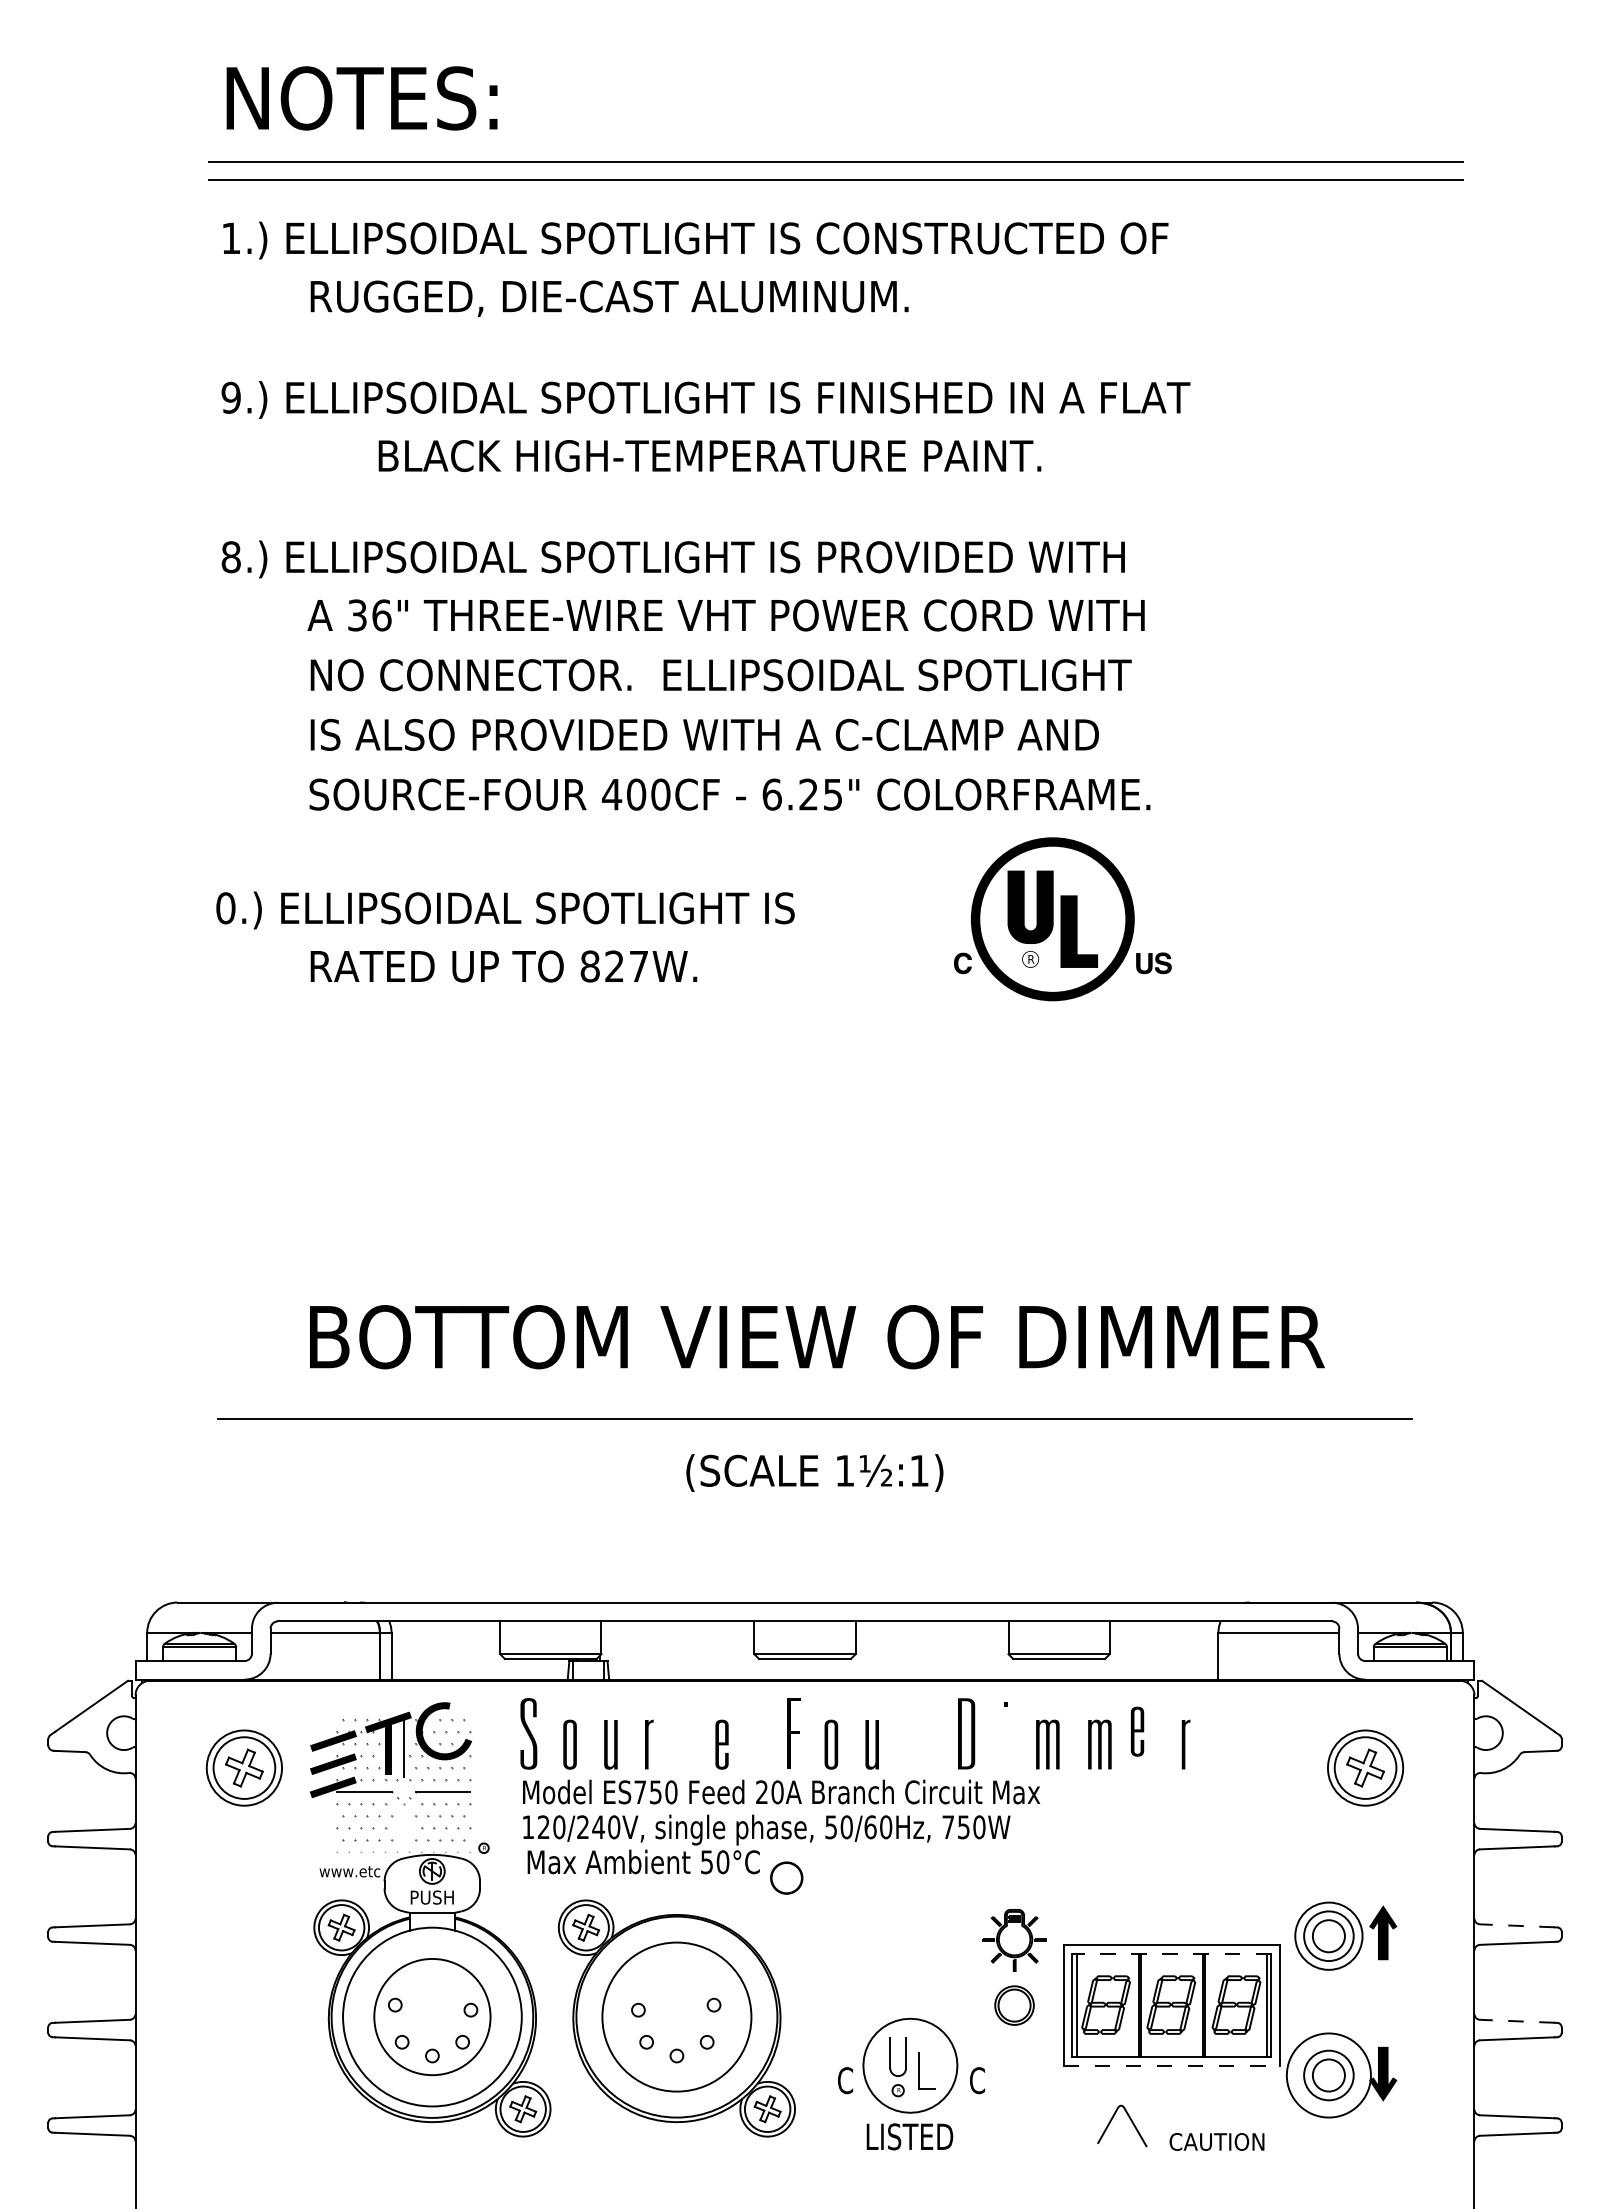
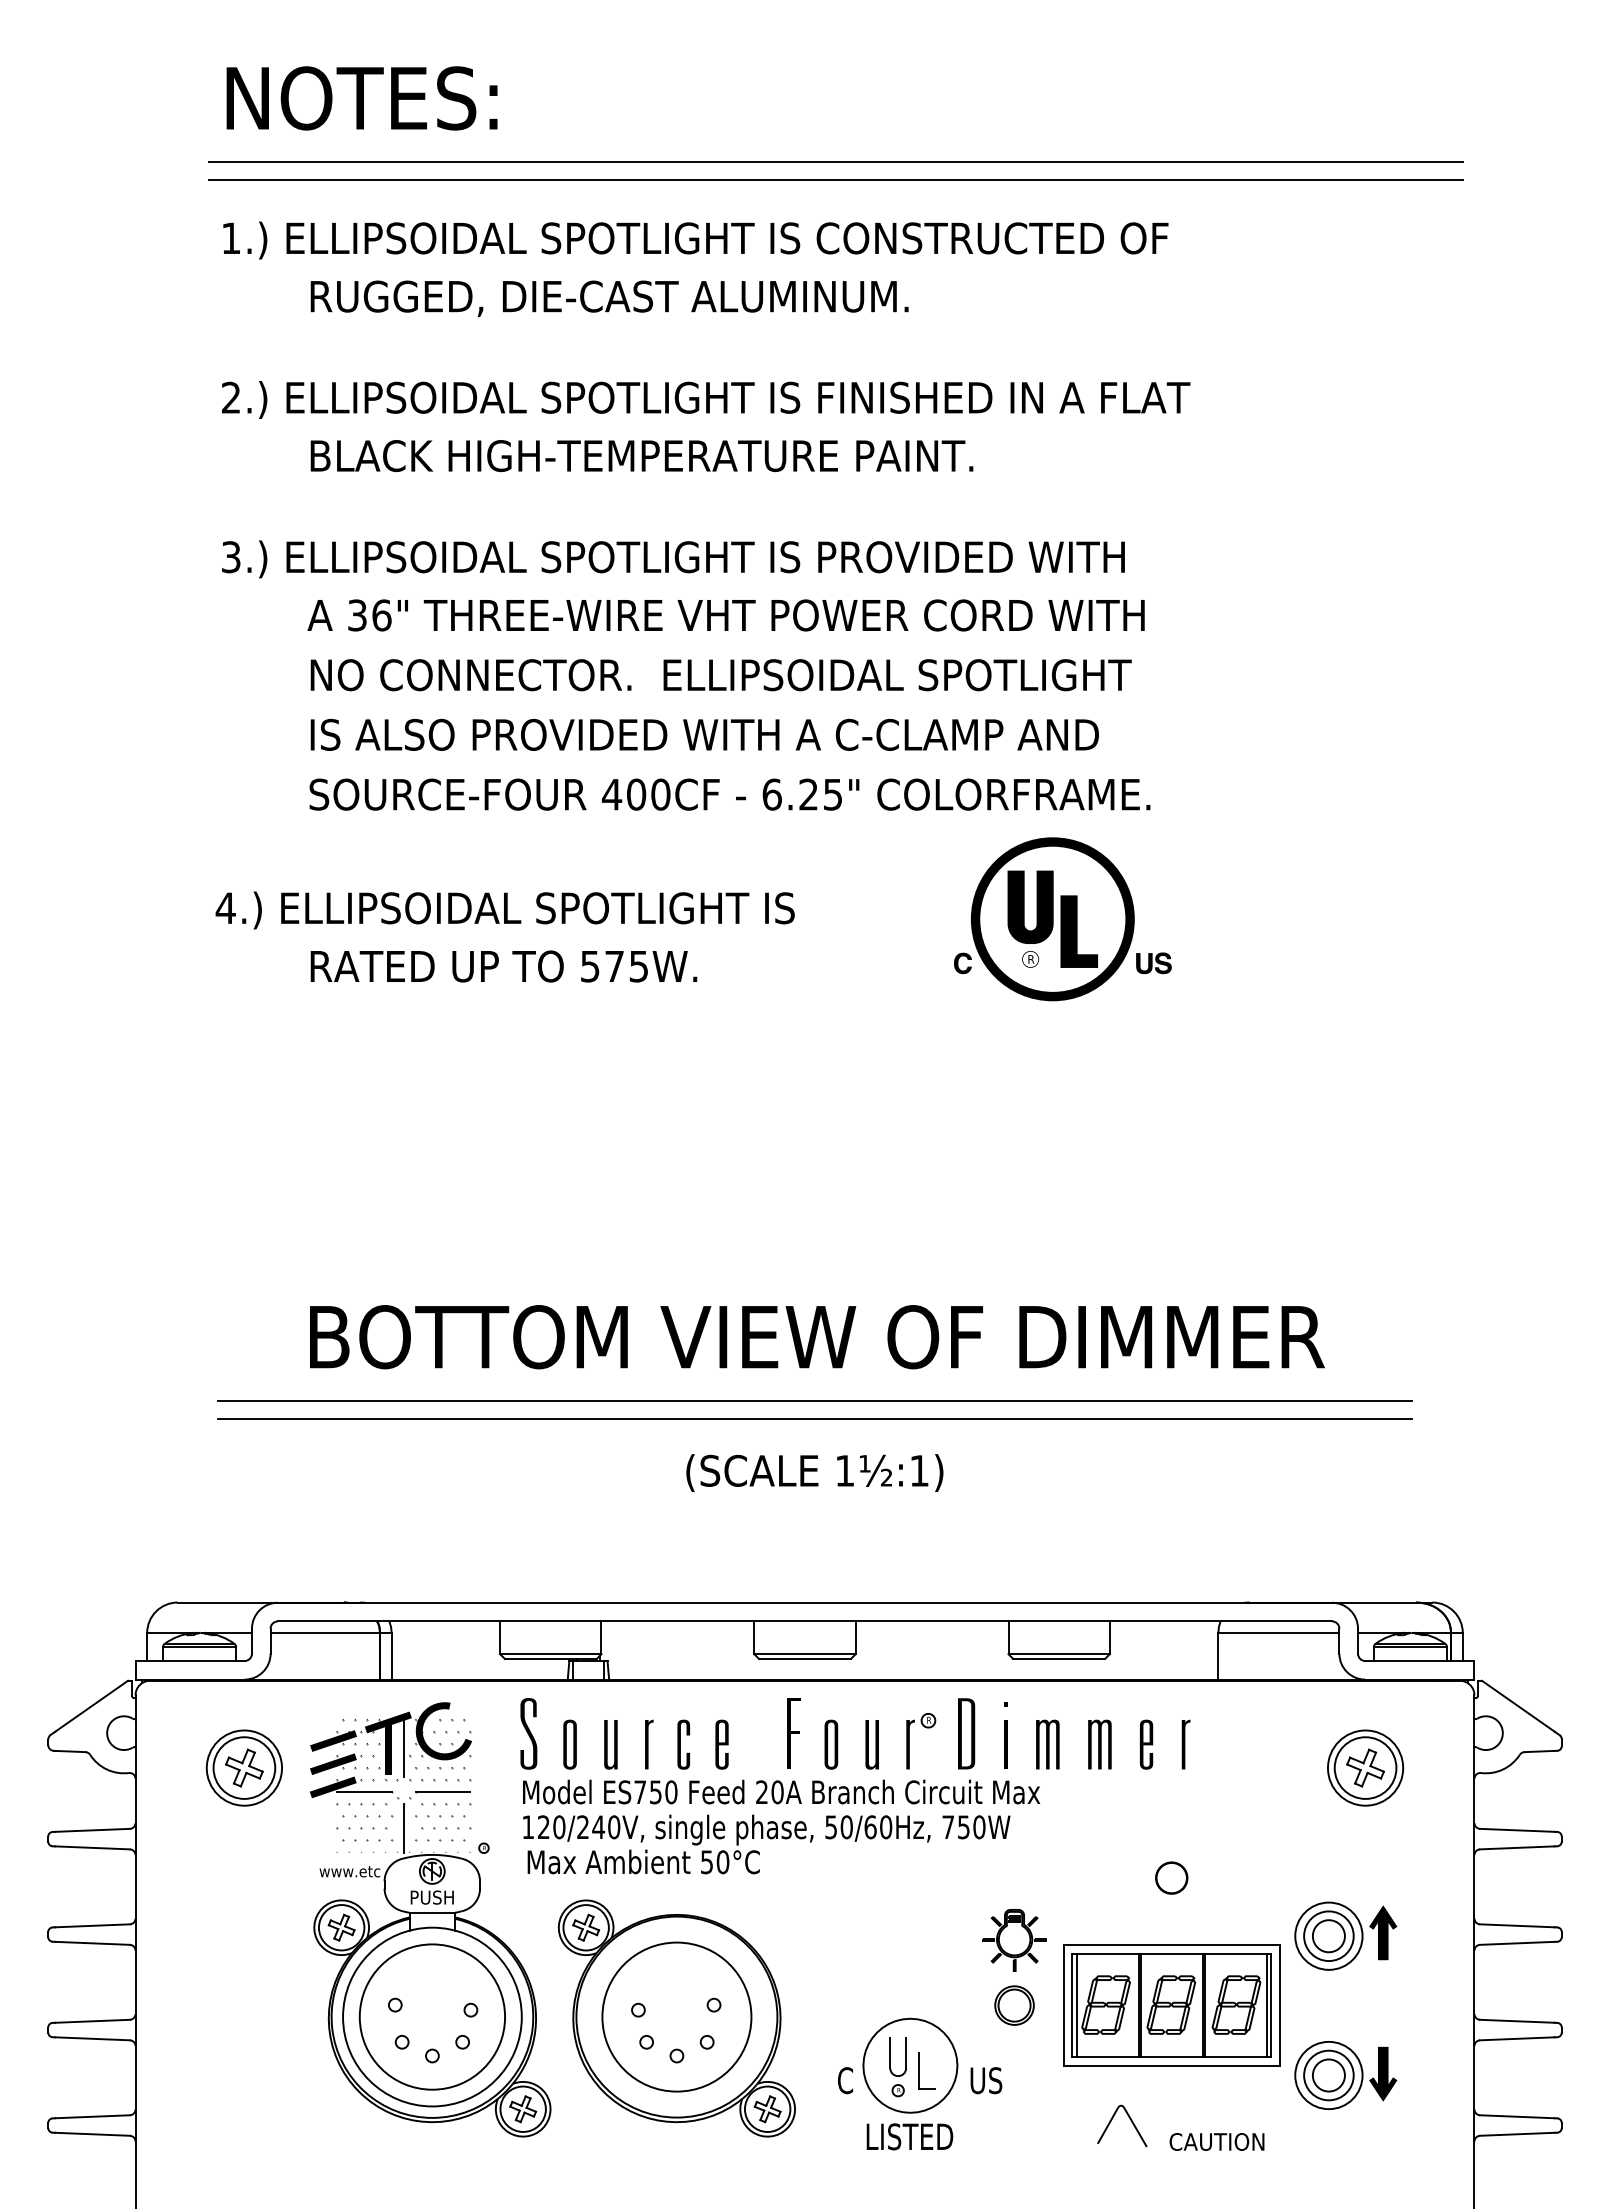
text at (230, 397): 9.) -> 2.)
text at (709, 456) position: (709, 456) -> (641, 456)
text at (230, 557): 8.) -> 3.)
text at (225, 908): 0.) -> 4.)
text at (613, 966): 827W. -> 575W.
line at (814, 1400): none -> present
part at (1137, 1731) position: (1137, 1731) -> (1146, 1744)
part at (909, 1741): none -> present
fill at (683, 1744): none -> present
fill at (1005, 1744): none -> present
line at (403, 1828): none -> present
circle at (786, 1877) position: (786, 1877) -> (1171, 1877)
line at (1516, 1925): dashed -> solid
line at (1171, 1954): dashed -> solid
circle at (432, 2016) diameter: 116 px -> 145 px
line at (1516, 2021): dashed -> solid
line at (1172, 2066): dashed -> solid
circle at (1328, 2075) diameter: 84 px -> 67 px
text at (985, 2080): C -> US
